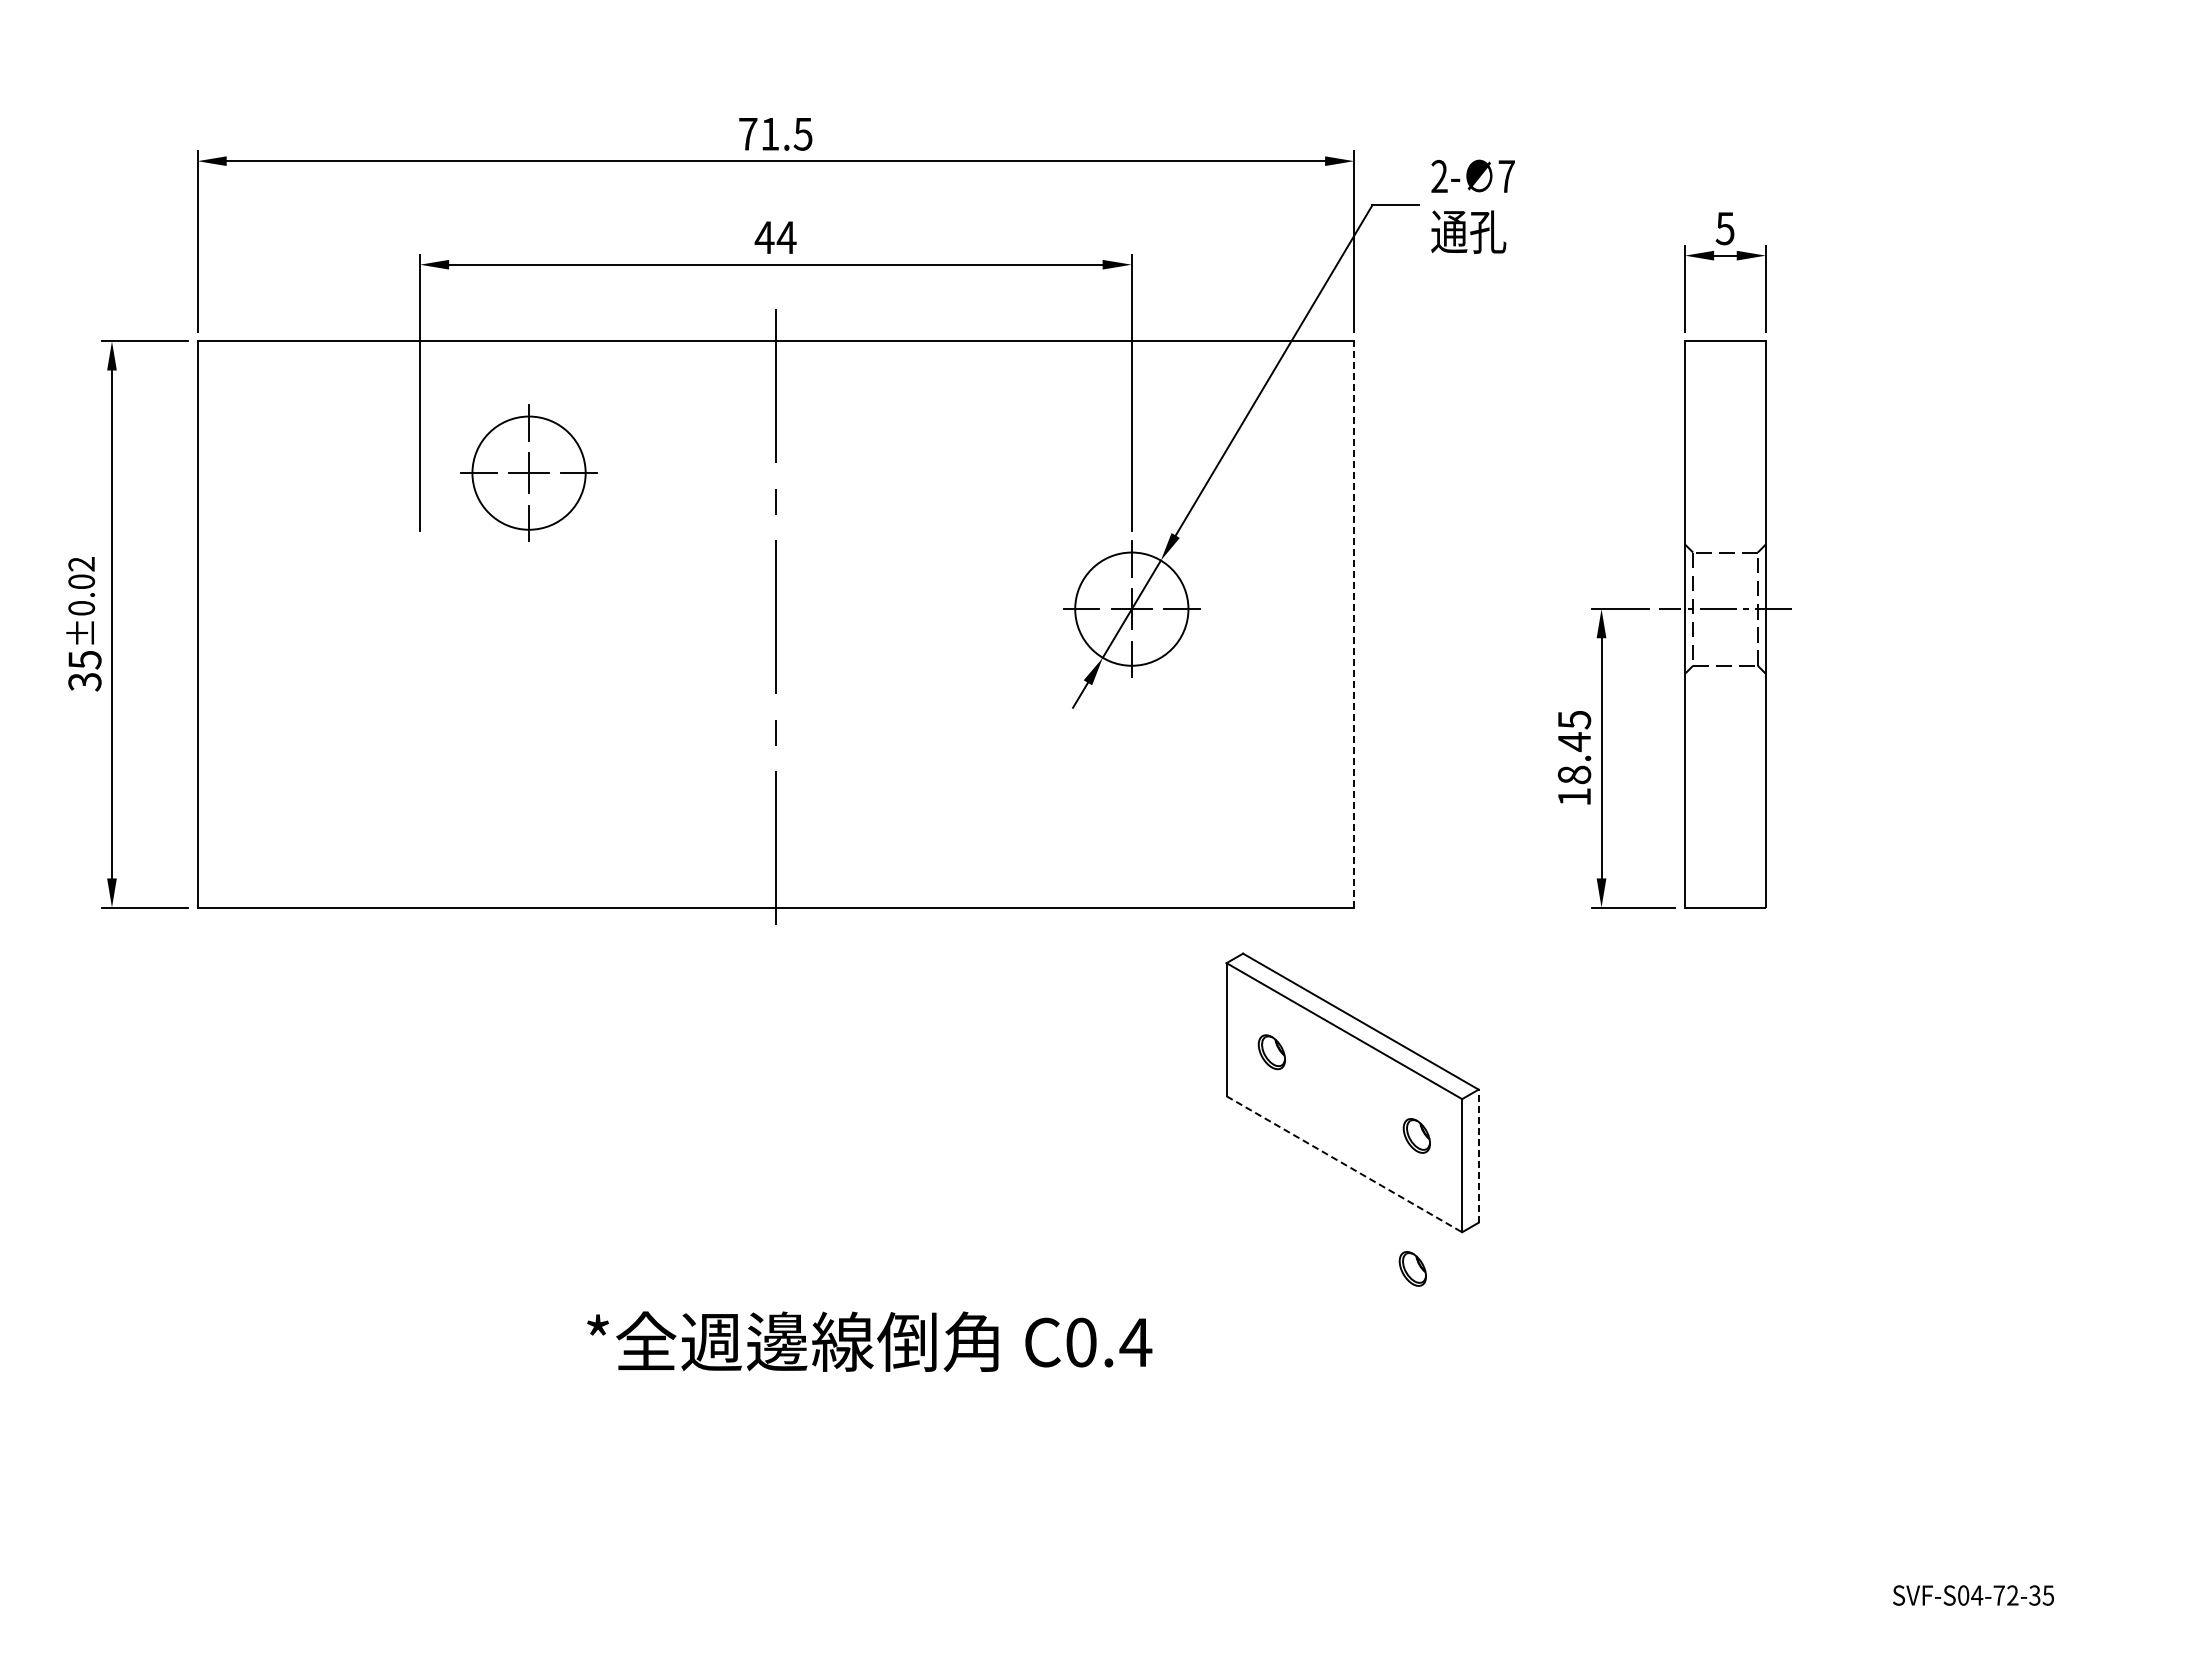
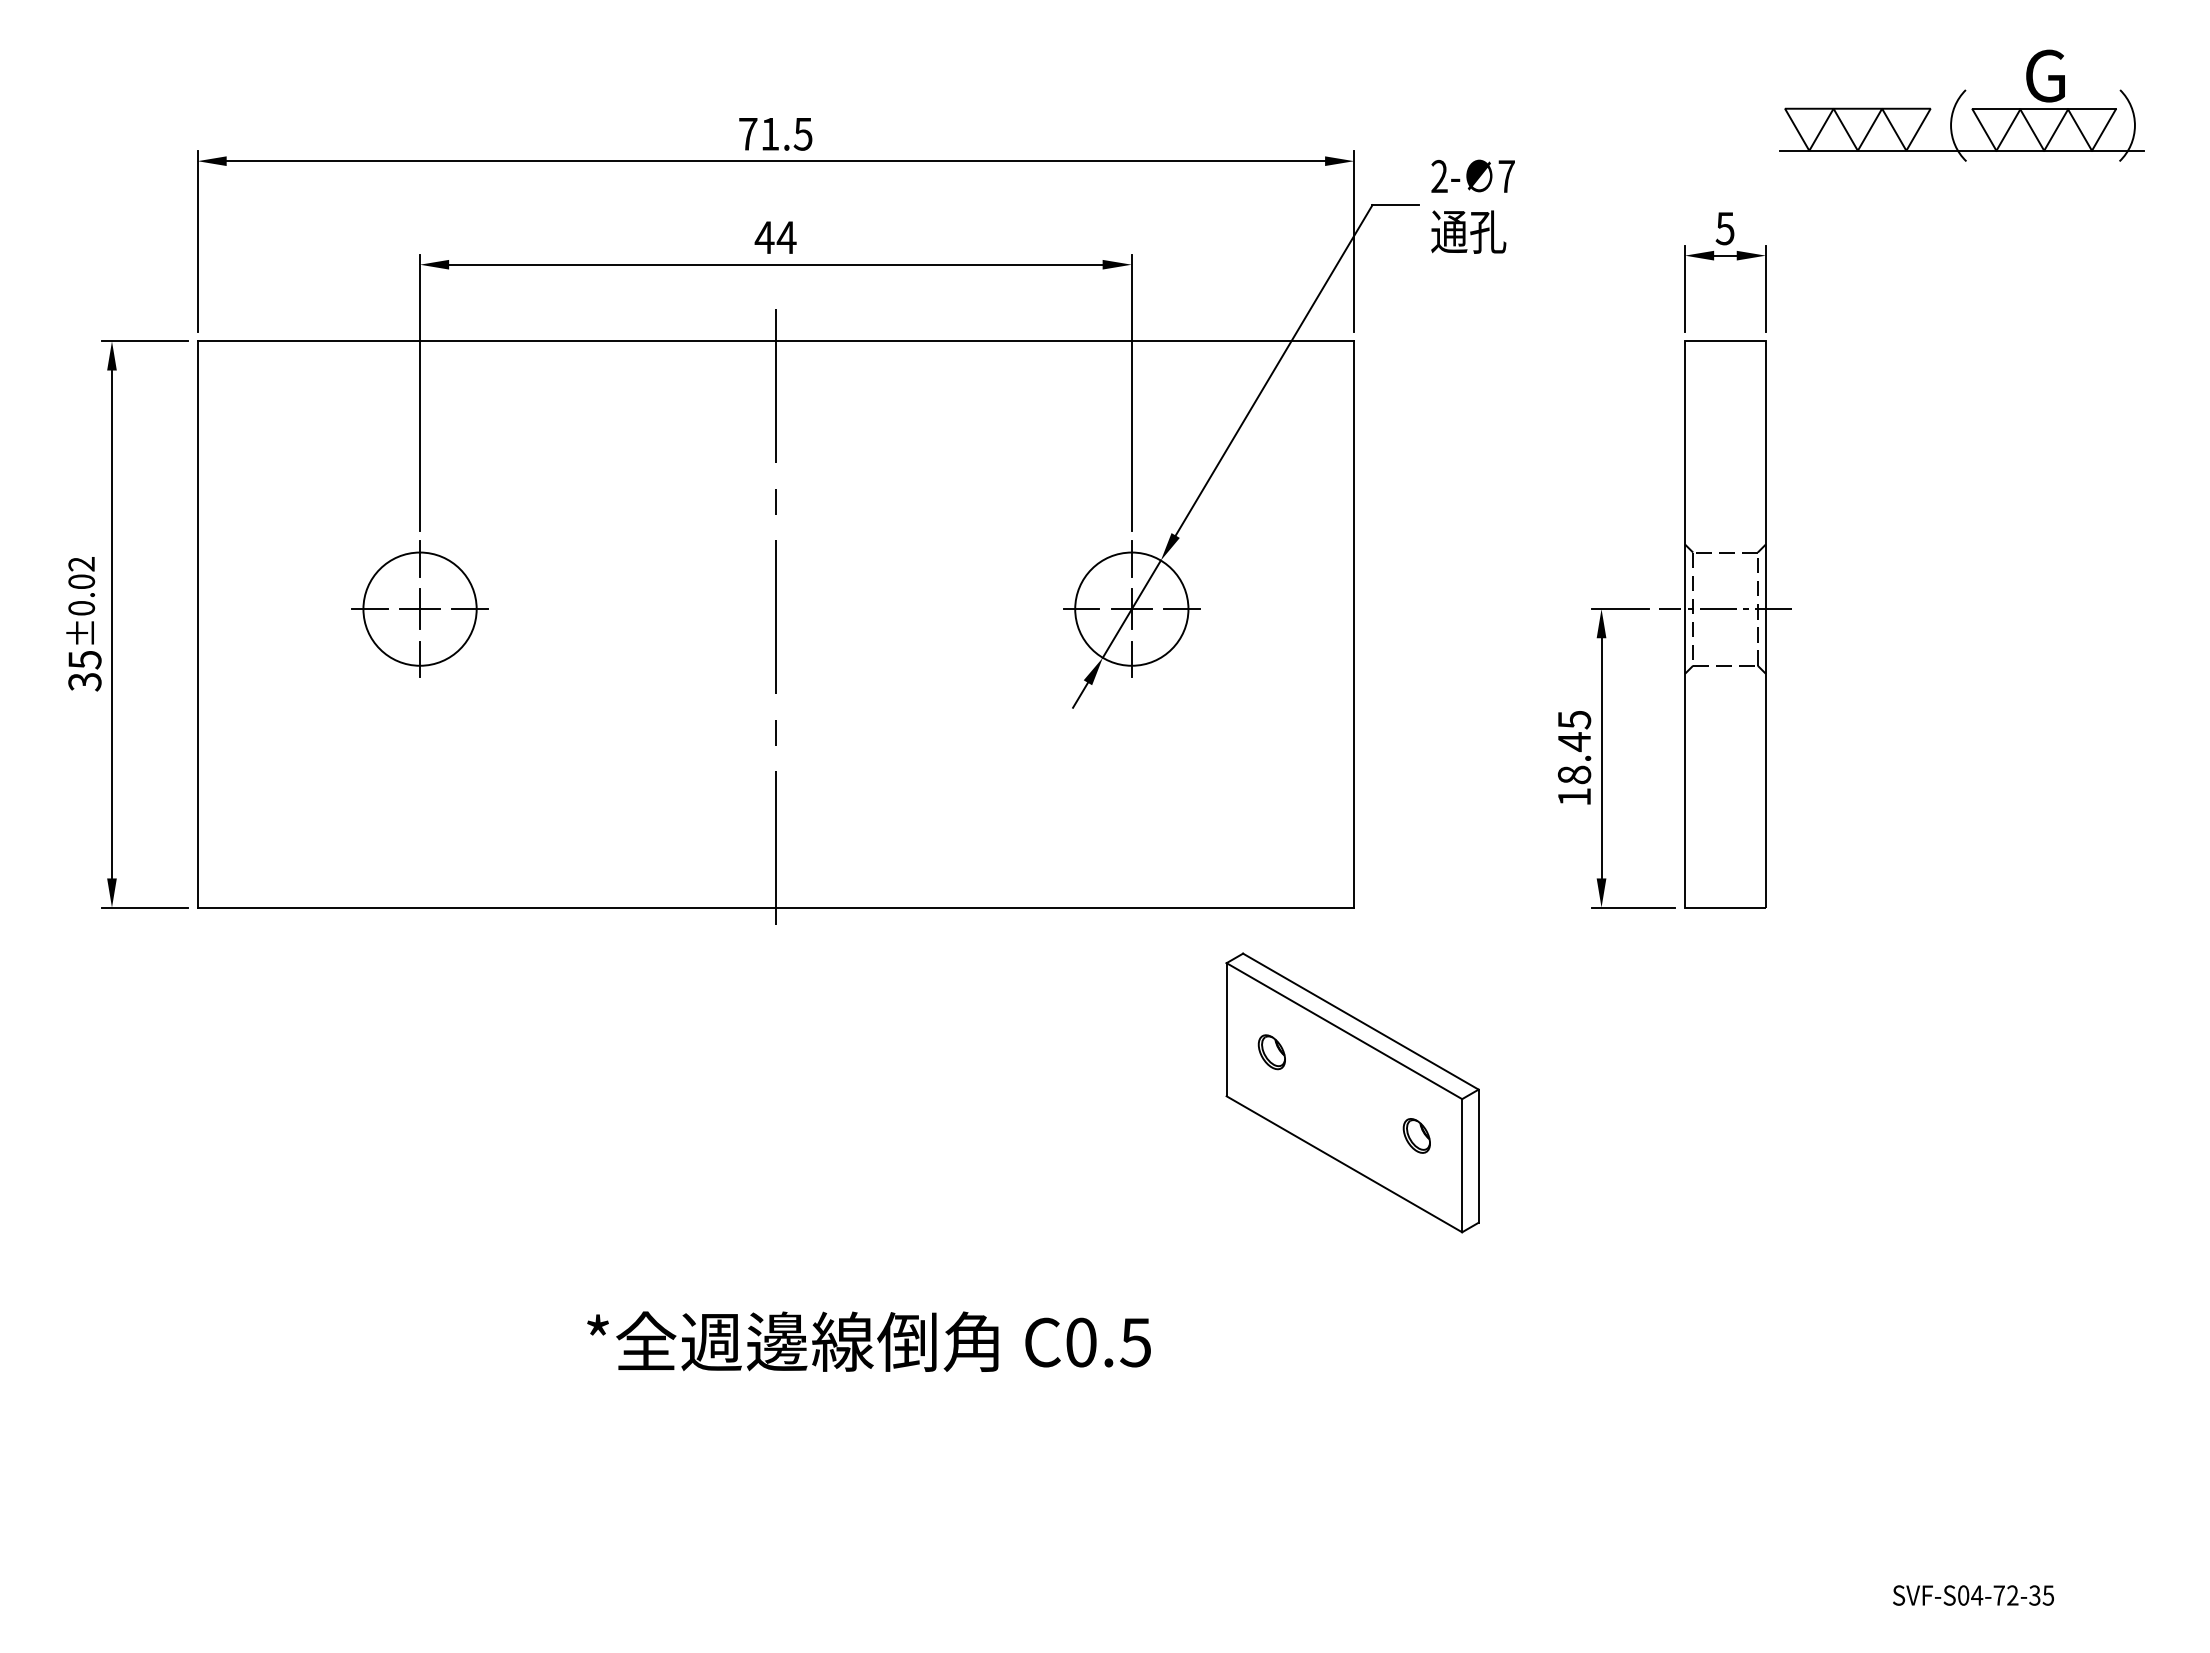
part at (1961, 105): none -> present
part at (528, 472) position: (528, 472) -> (419, 608)
line at (1354, 624): dashed -> solid
line at (1478, 1156): dashed -> solid
line at (1344, 1164): dashed -> solid
part at (1412, 1268): present -> none
text at (1135, 1342): C0.4 -> C0.5
